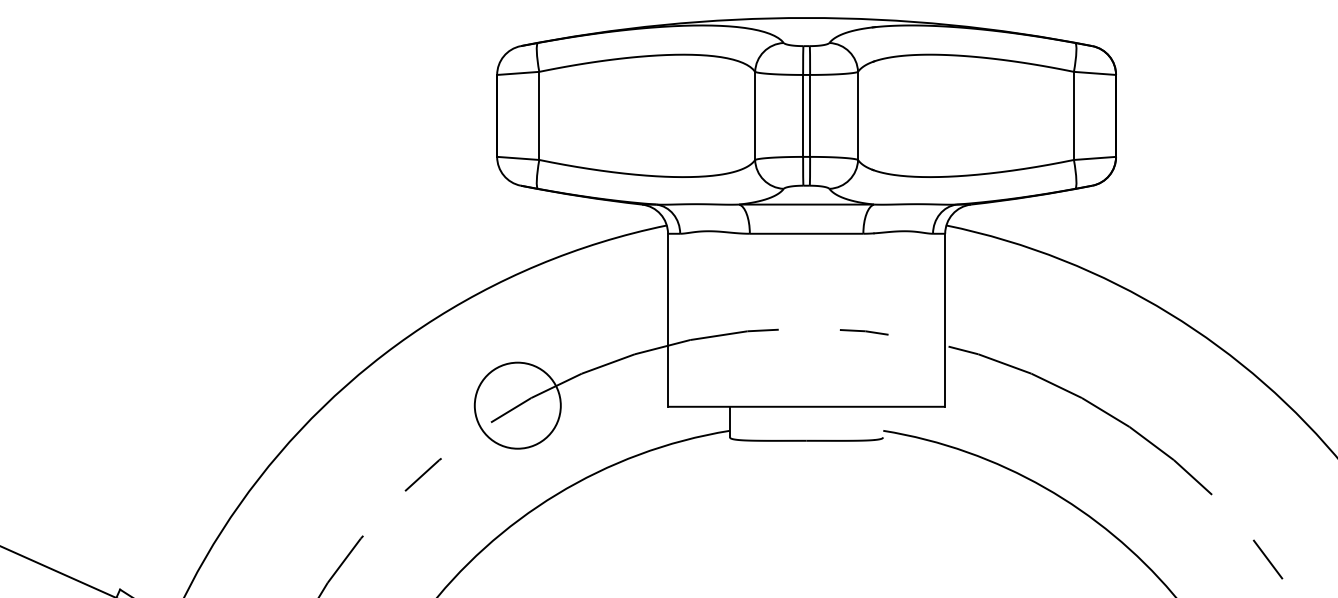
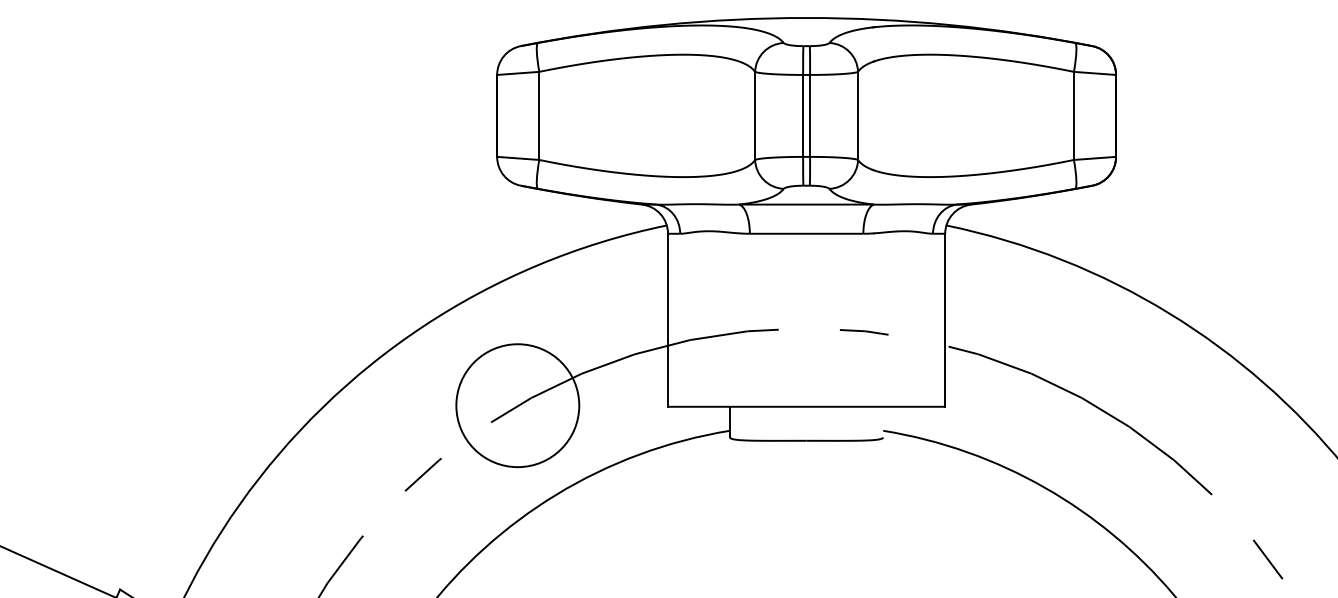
circle at (517, 405) diameter: 86 px -> 123 px
